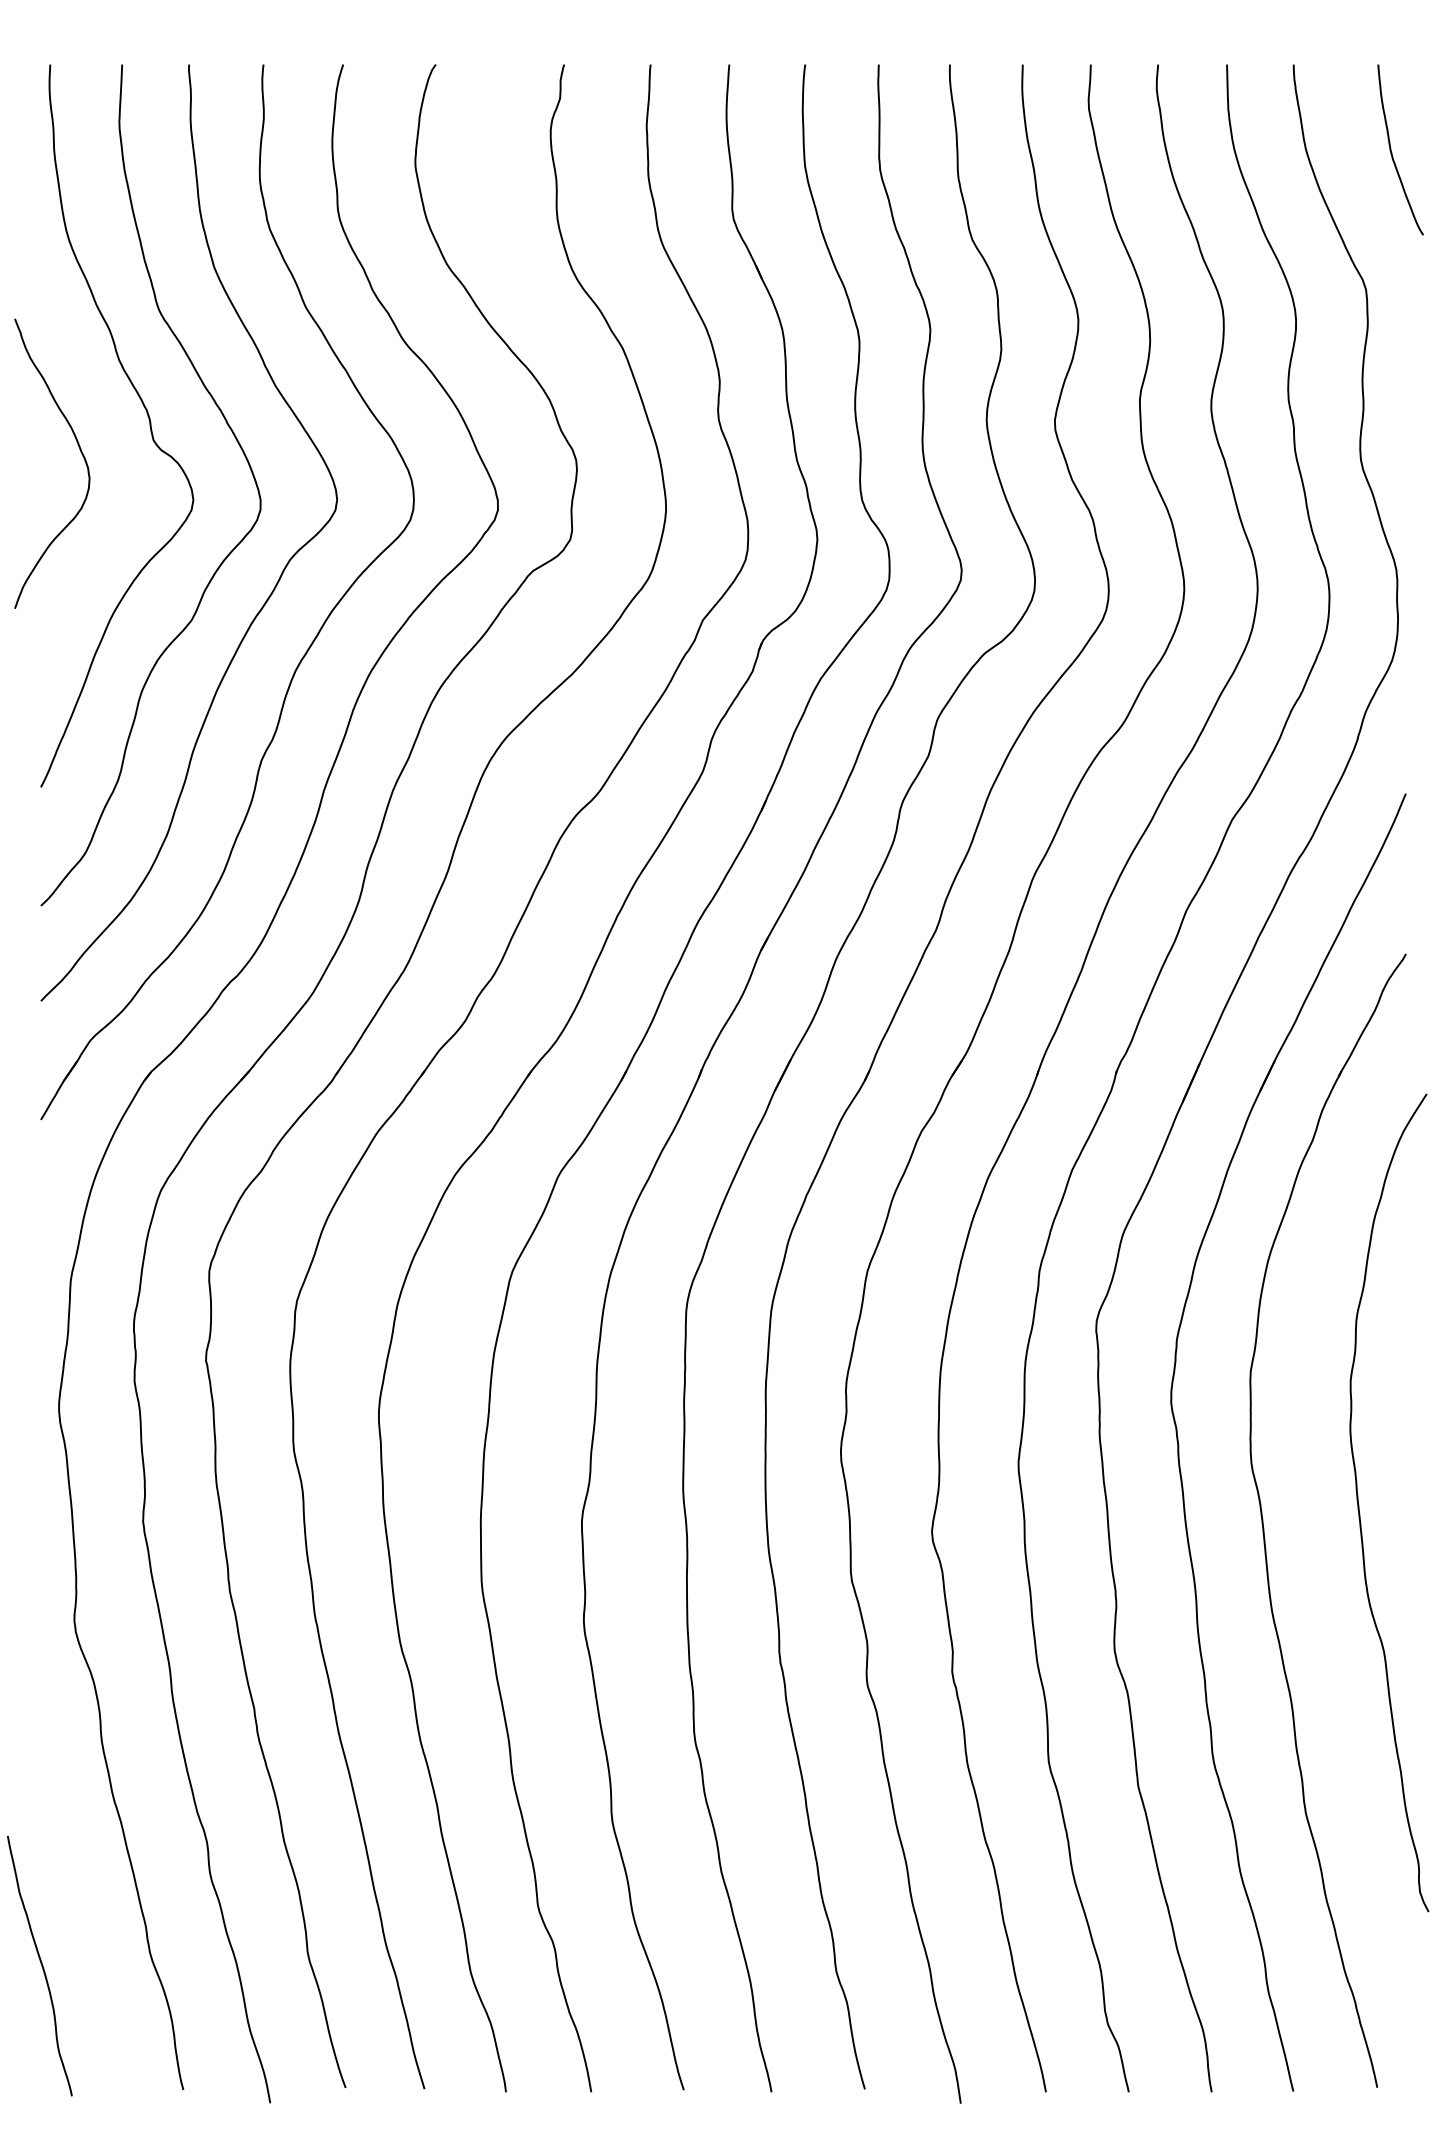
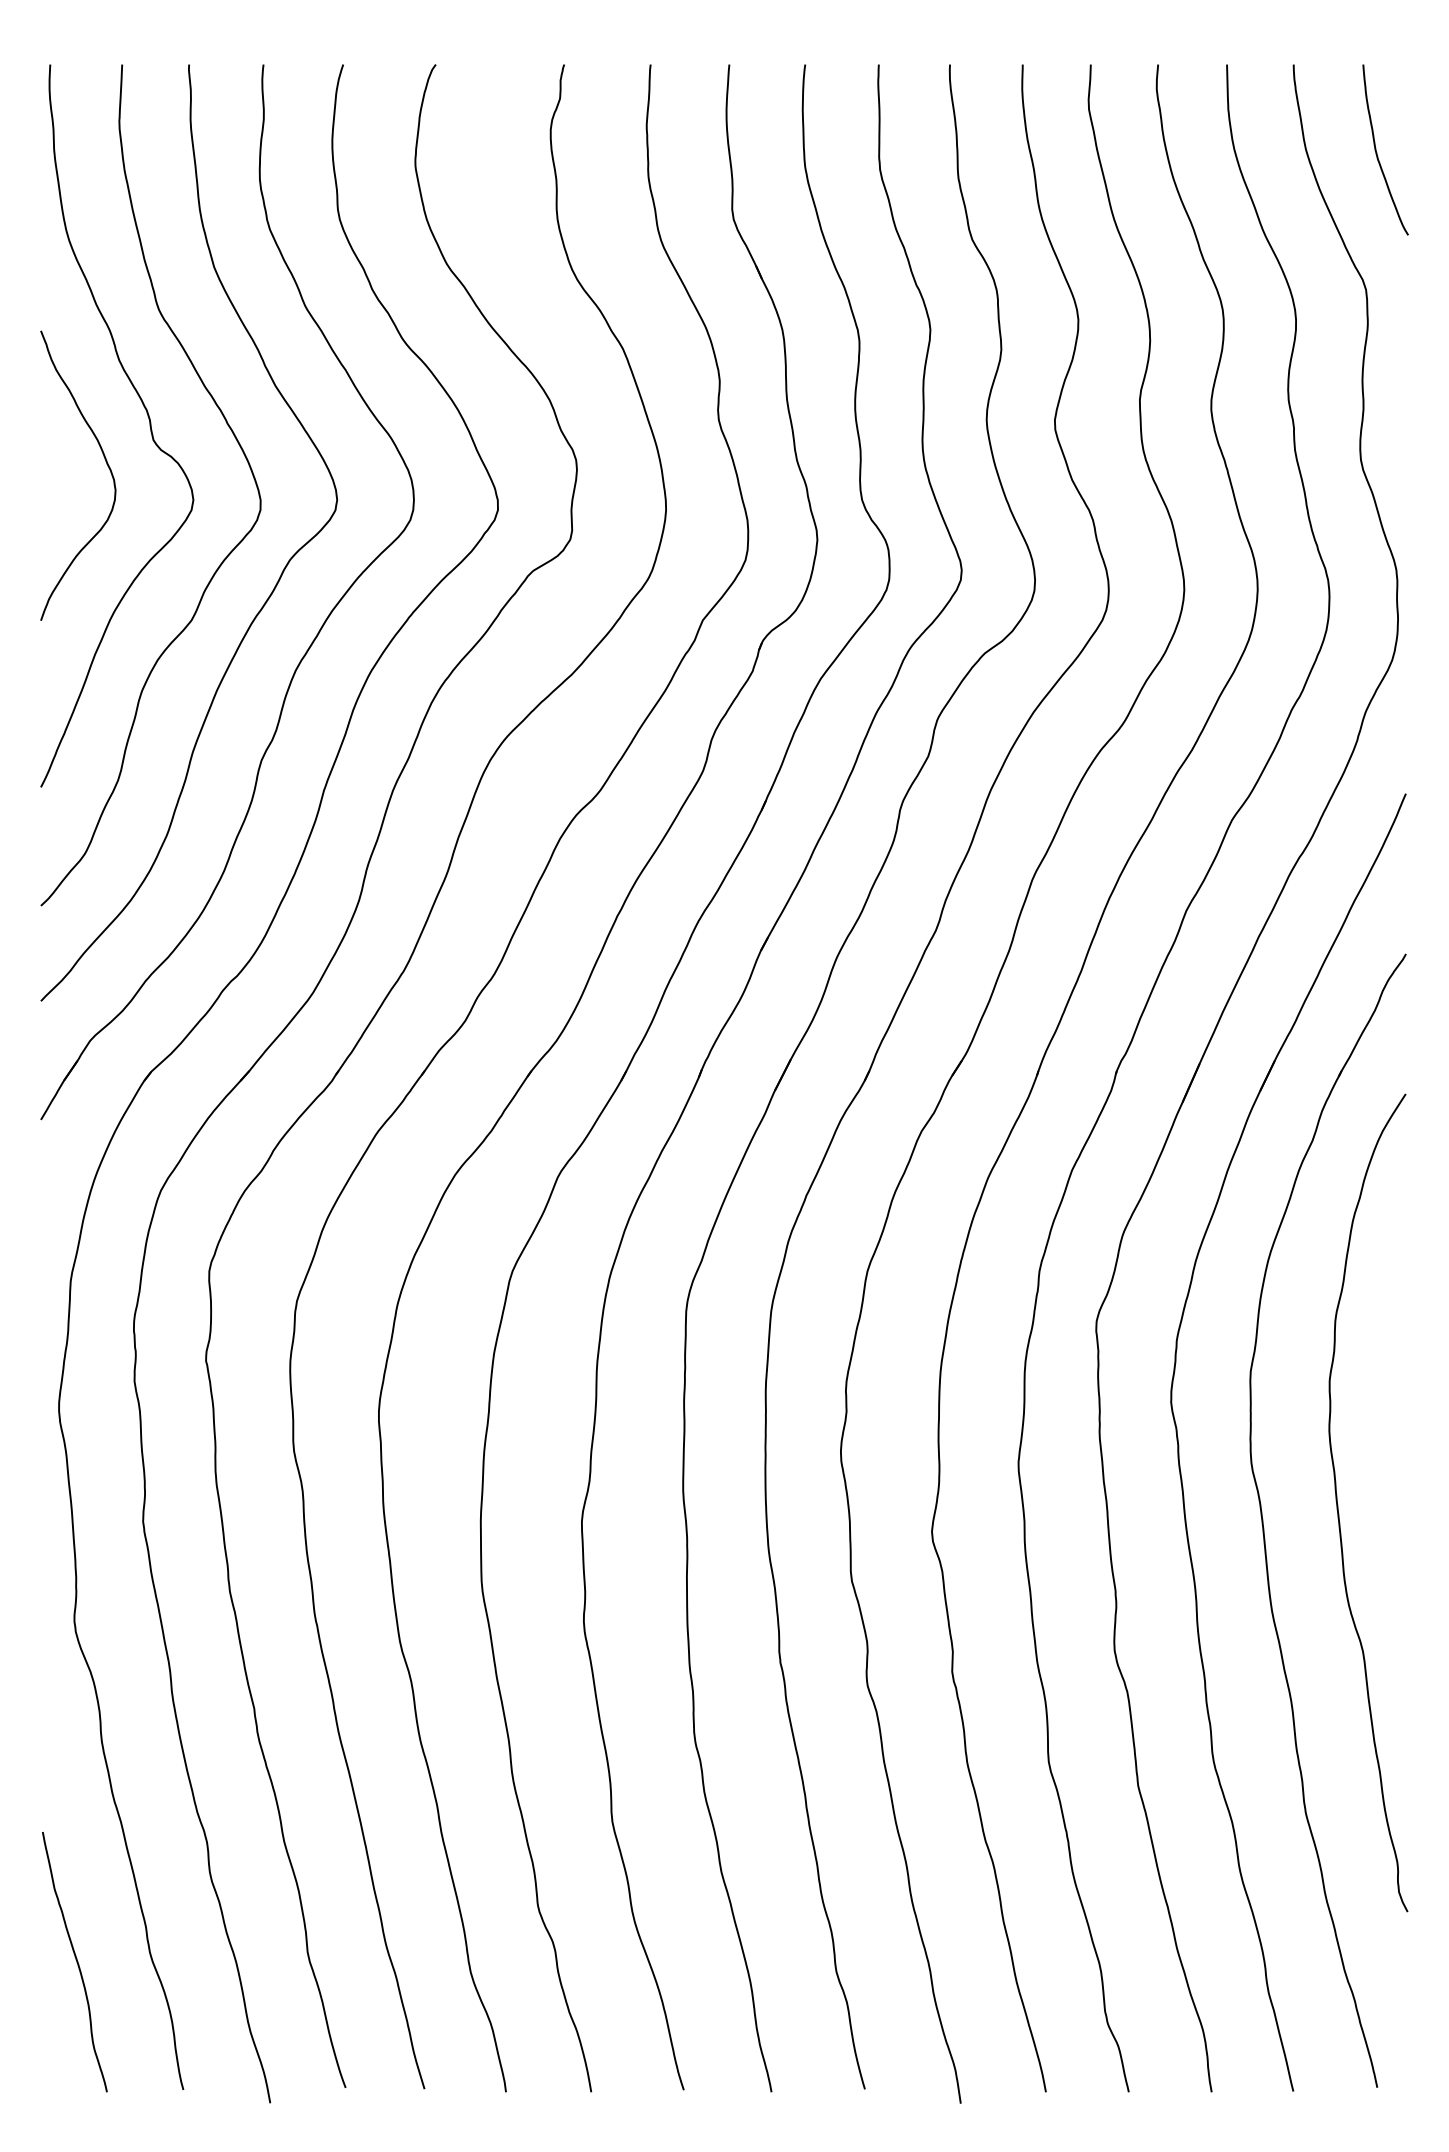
curve at (1392, 152) position: (1392, 152) -> (1377, 152)
curve at (80, 452) position: (80, 452) -> (106, 464)
curve at (1359, 1504) position: (1359, 1504) -> (1338, 1504)
curve at (41, 1966) position: (41, 1966) -> (76, 1962)
